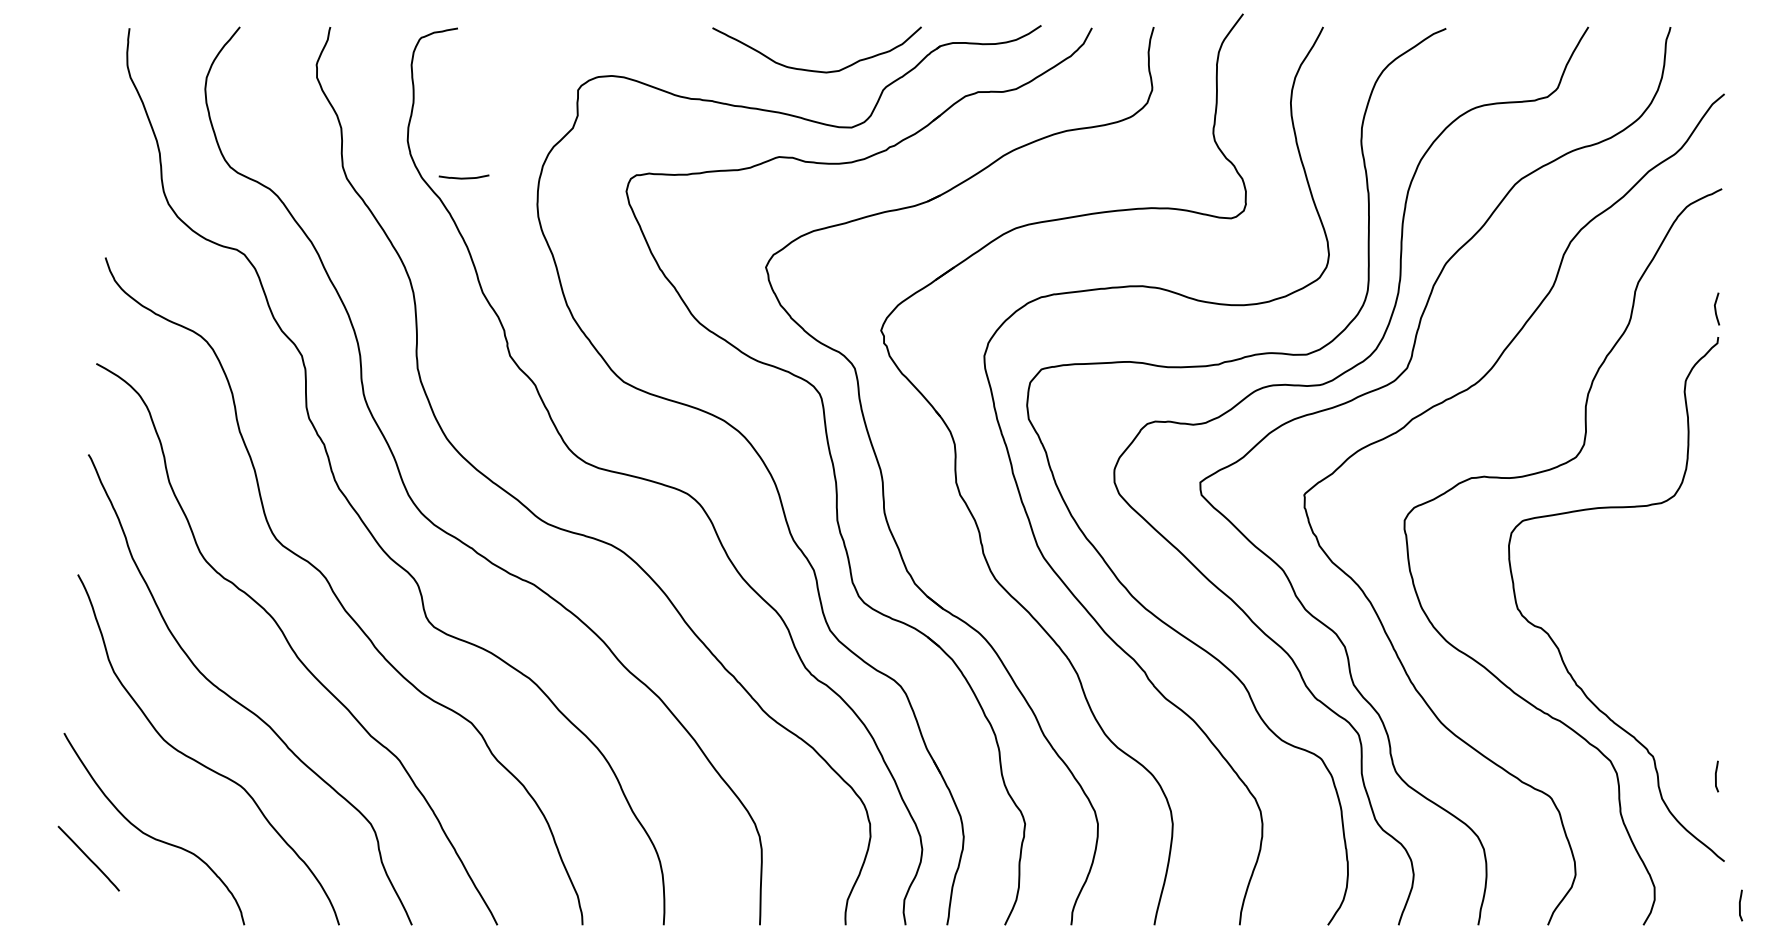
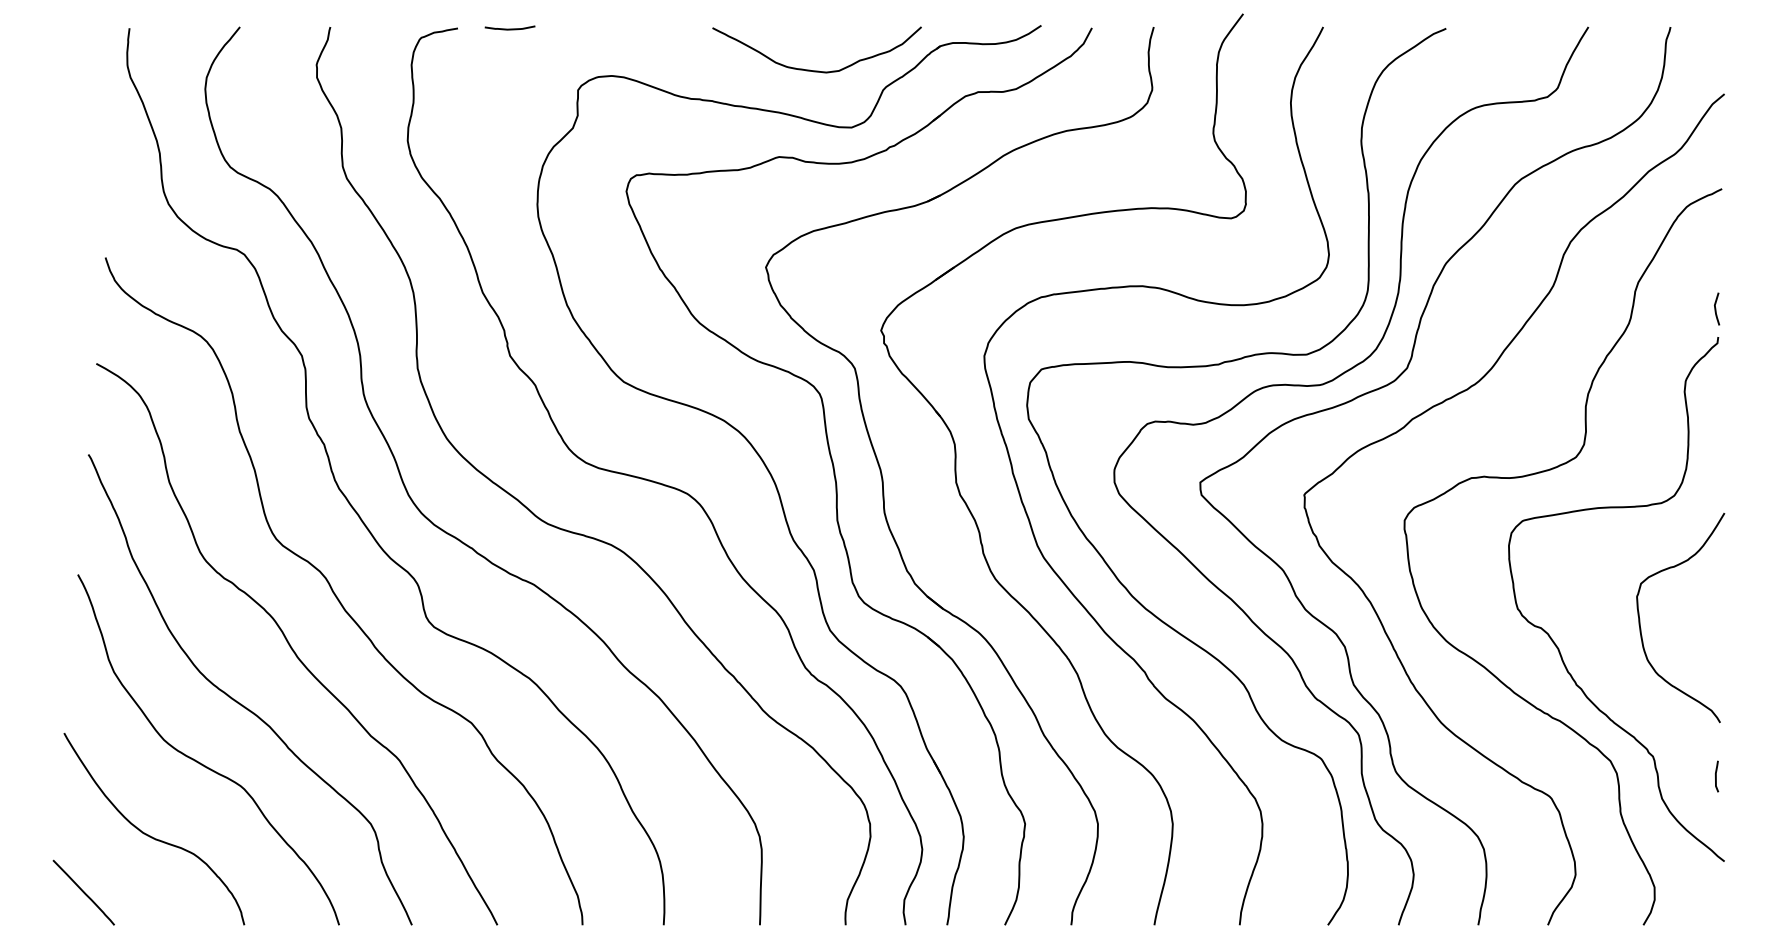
curve at (463, 177) position: (463, 177) -> (509, 28)
curve at (1640, 618): none -> present
line at (88, 858) position: (88, 858) -> (83, 892)
line at (1740, 905): present -> none
